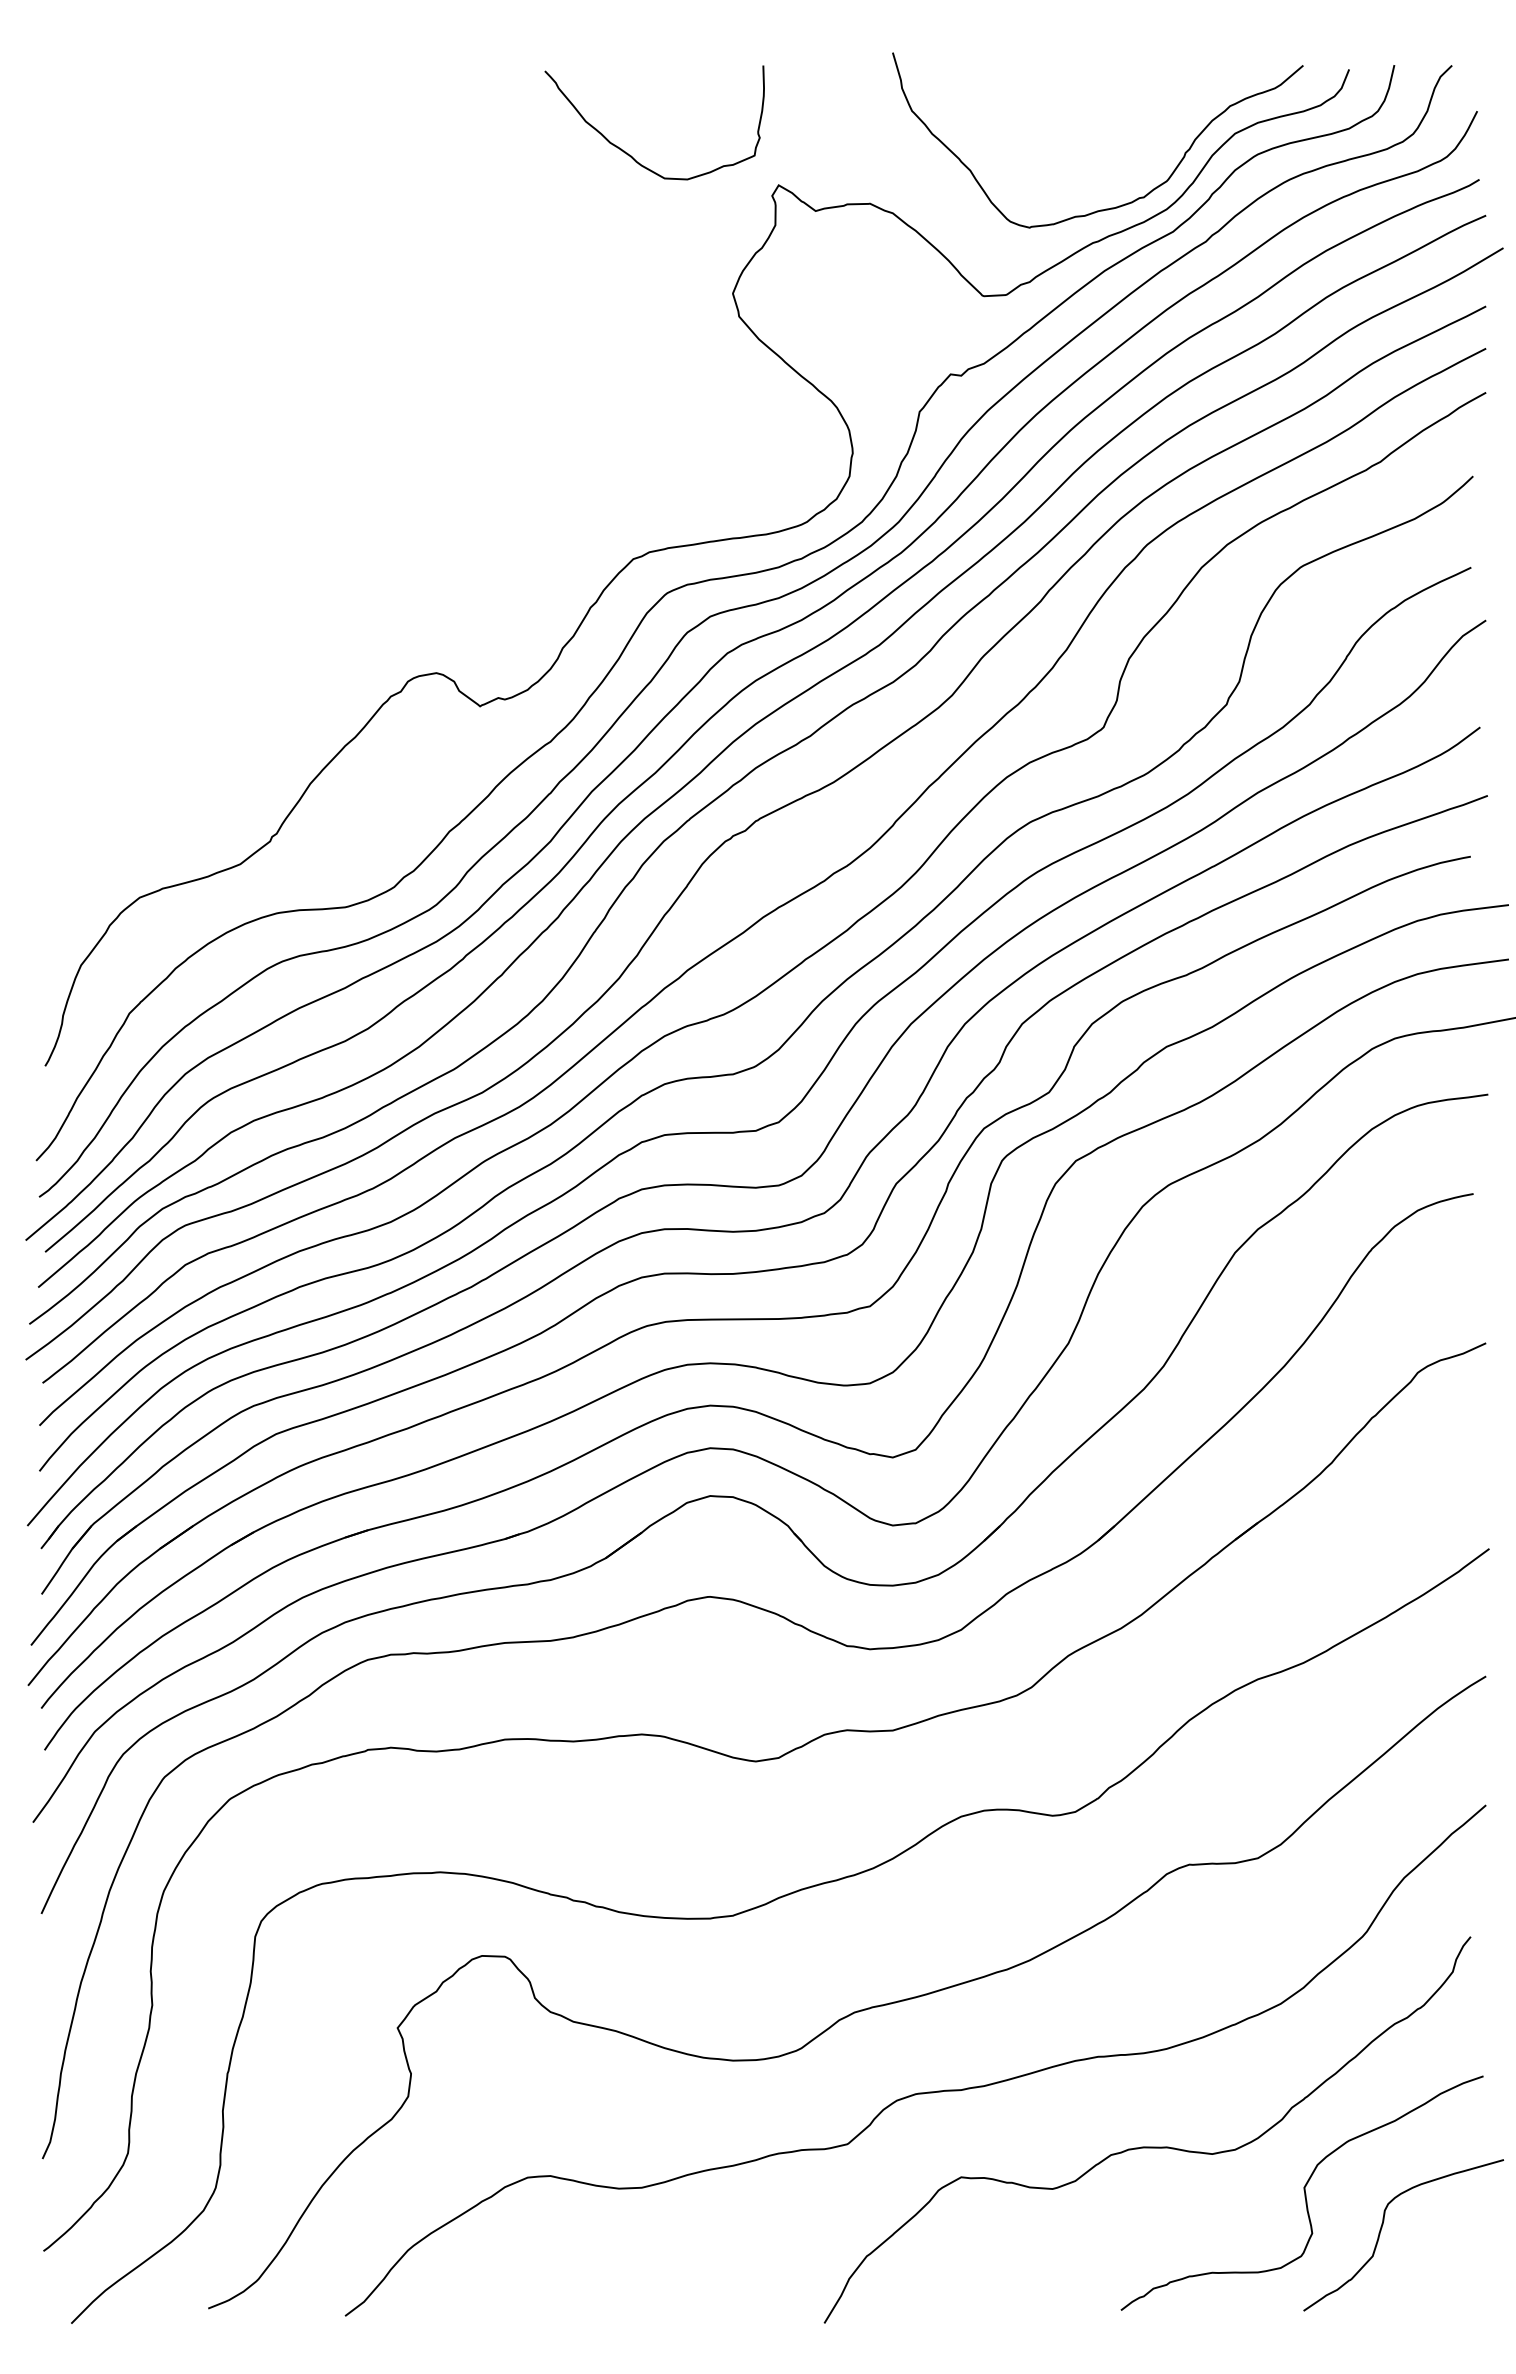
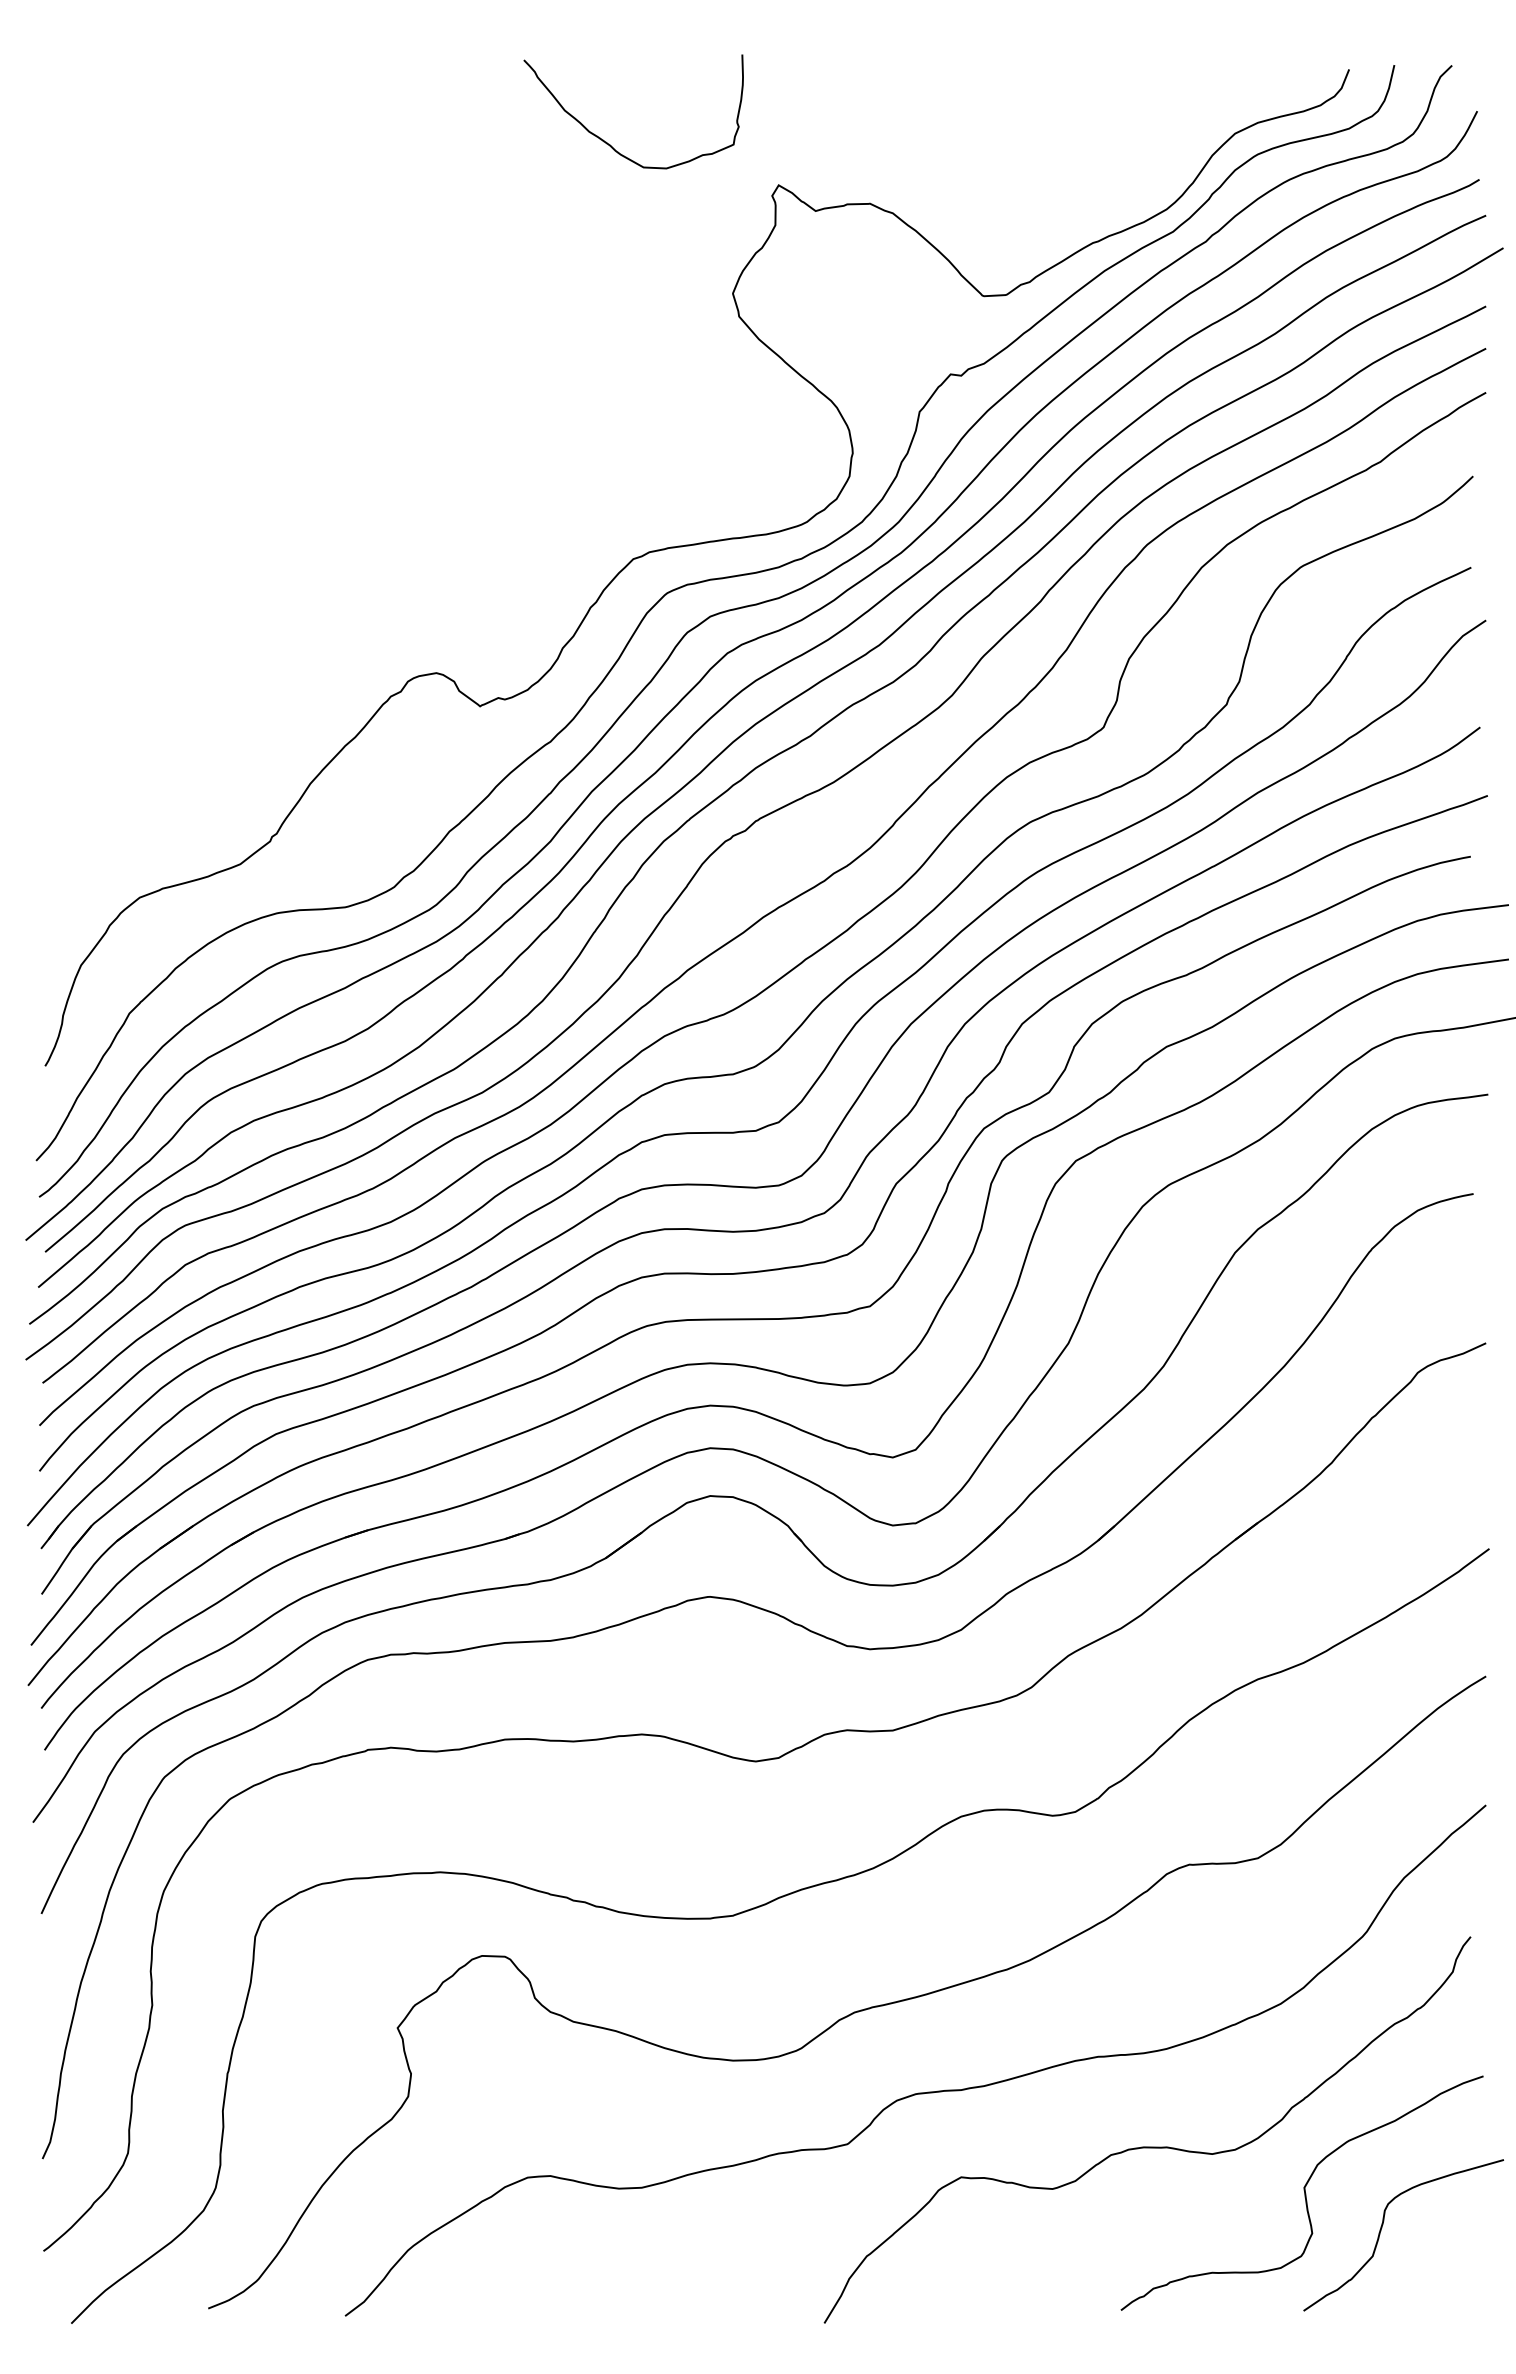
curve at (631, 155) position: (631, 155) -> (610, 144)
curve at (1111, 207): present -> none
